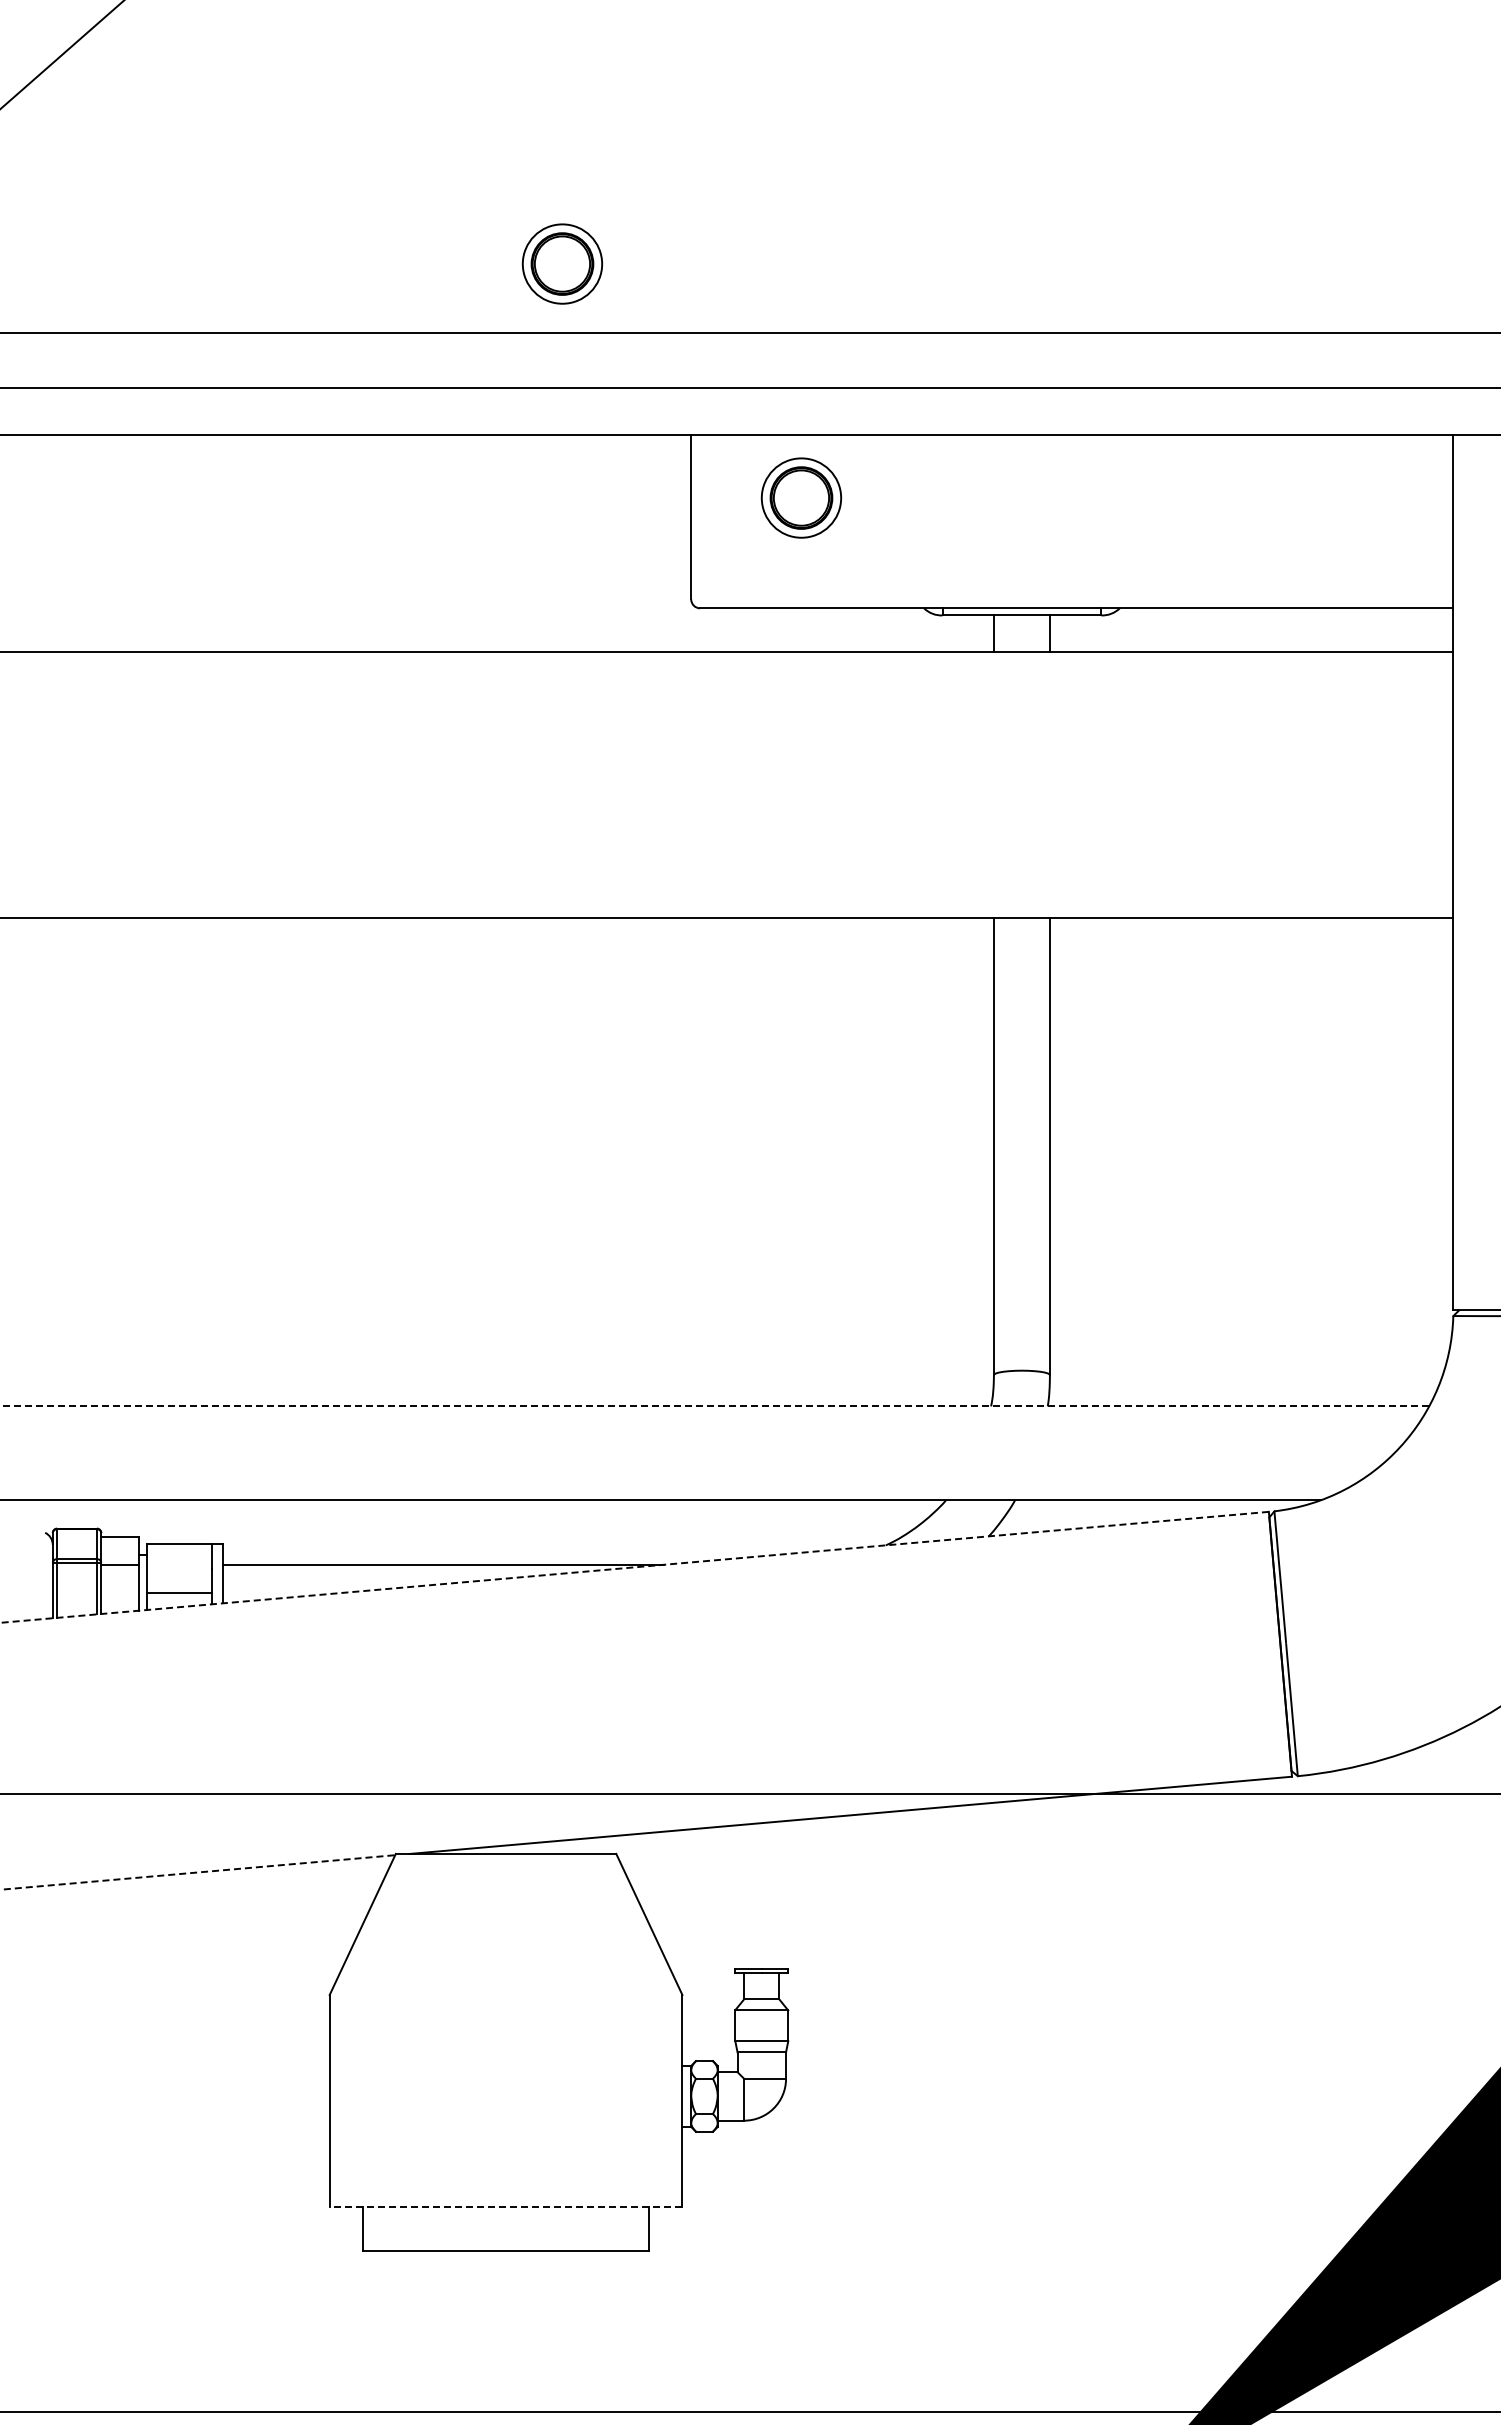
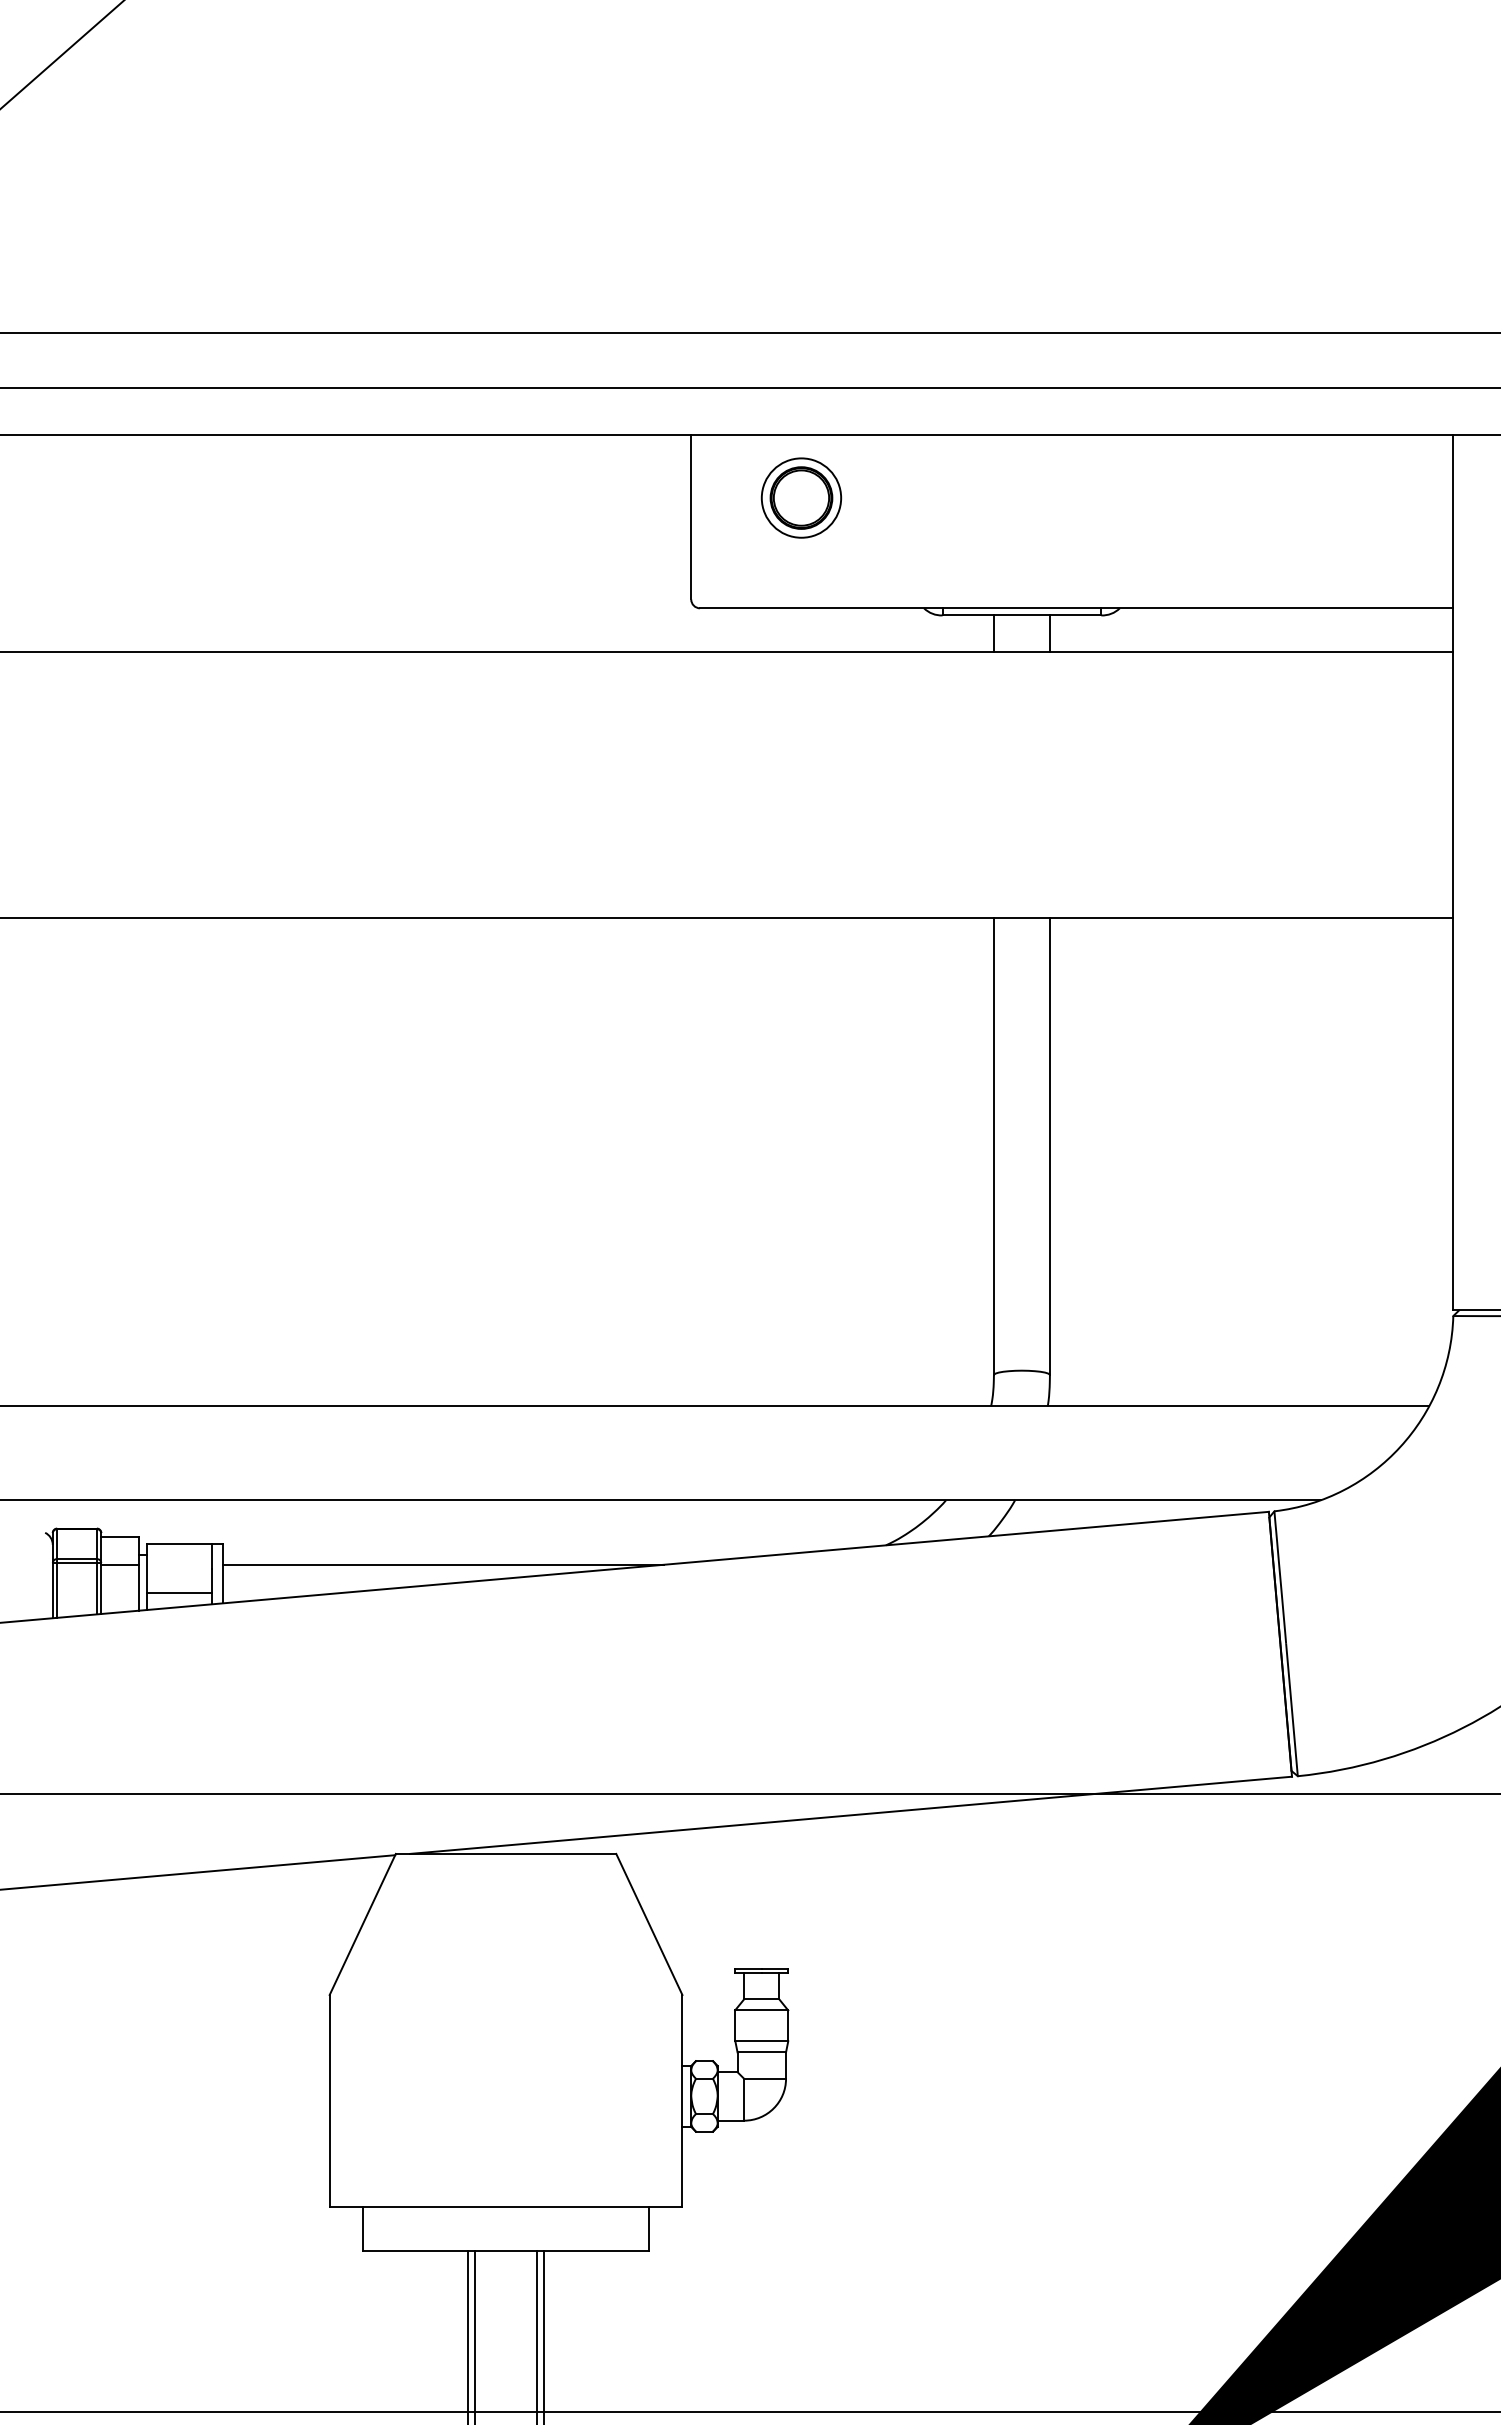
part at (562, 263): present -> none
line at (714, 1406): dashed -> solid
line at (634, 1567): dashed -> solid
line at (198, 1872): dashed -> solid
line at (505, 2206): dashed -> solid
line at (467, 2335): none -> present
line at (475, 2335): none -> present
line at (536, 2335): none -> present
line at (544, 2335): none -> present
